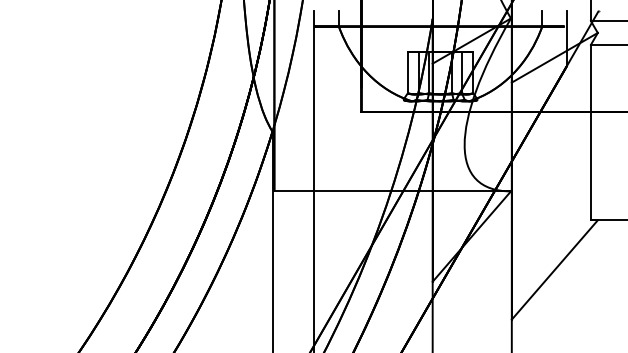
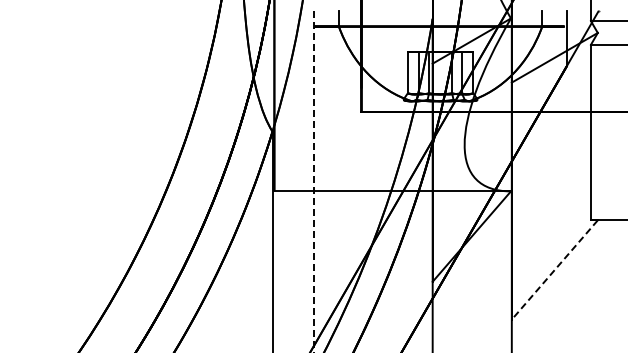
line at (313, 181): solid -> dashed
line at (554, 270): solid -> dashed
